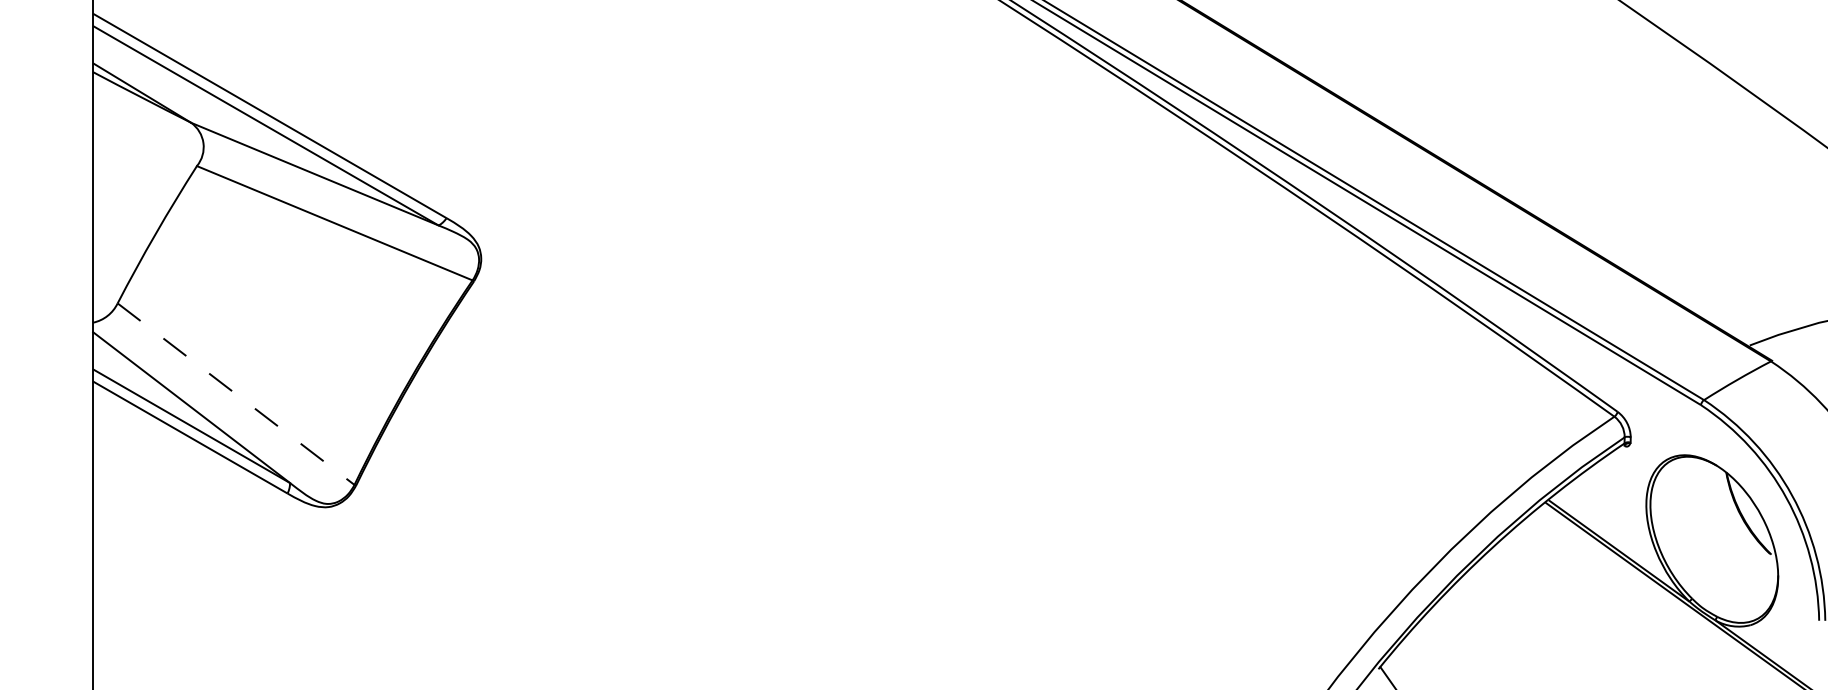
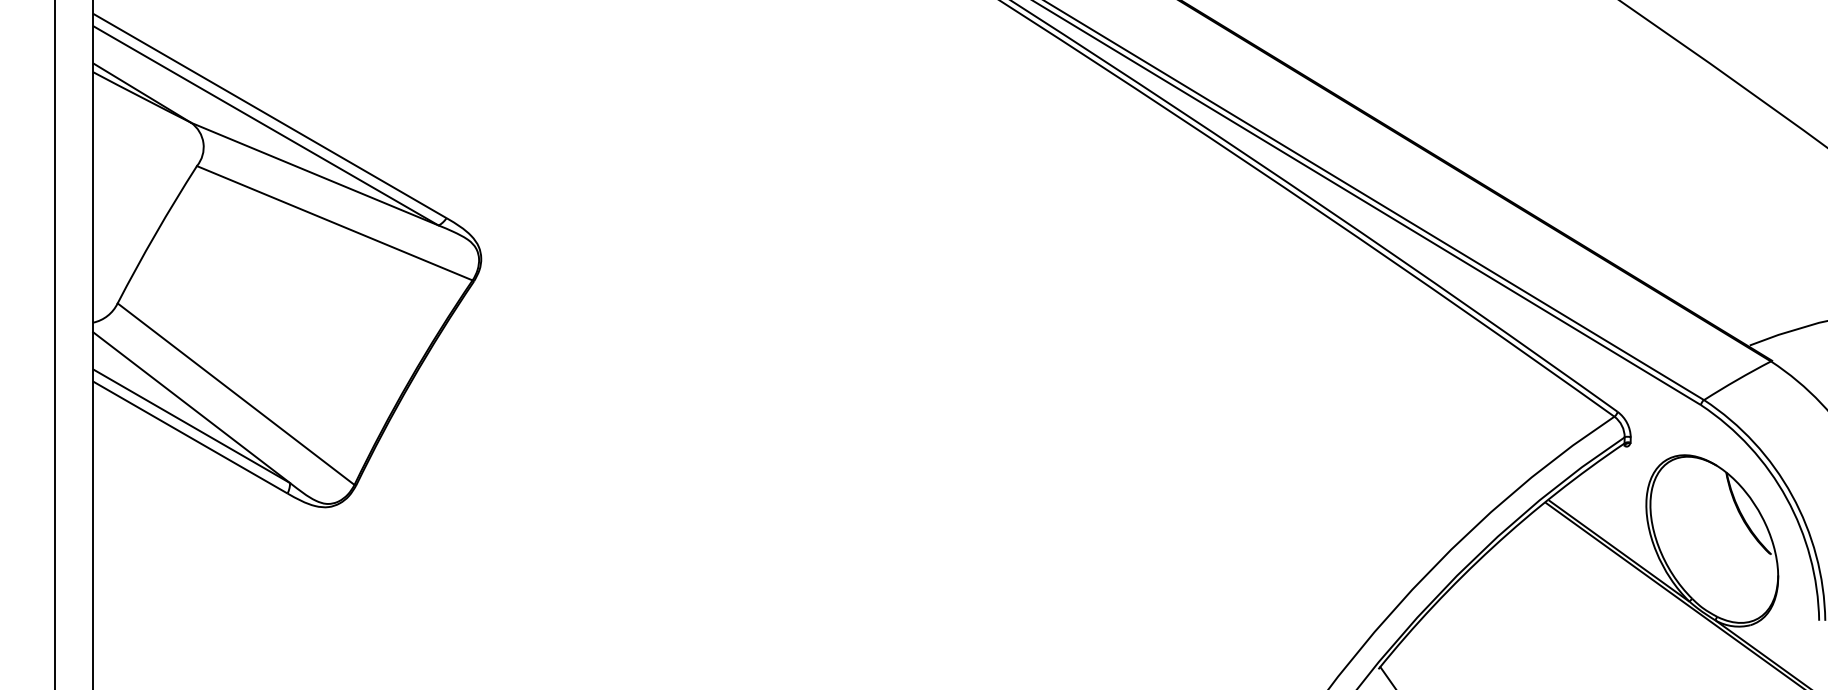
line at (54, 344): none -> present
line at (236, 394): dashed -> solid
